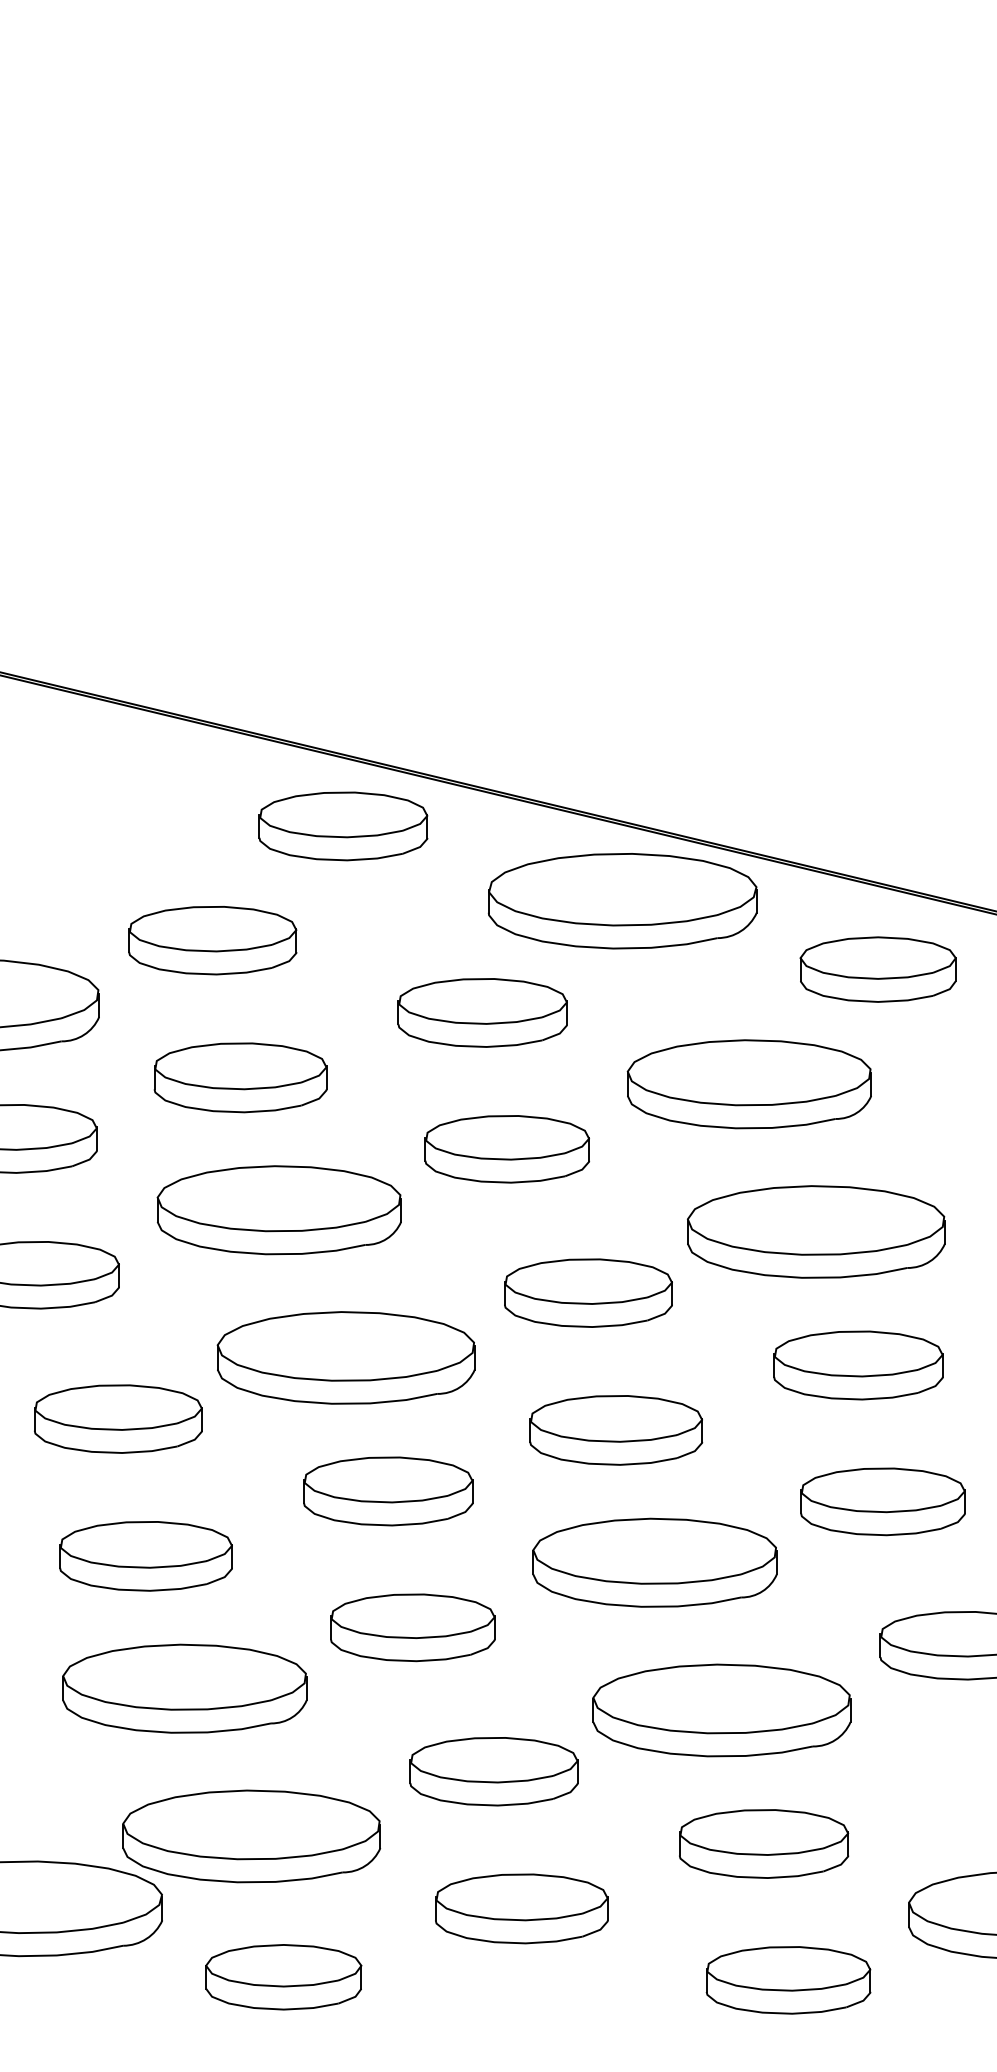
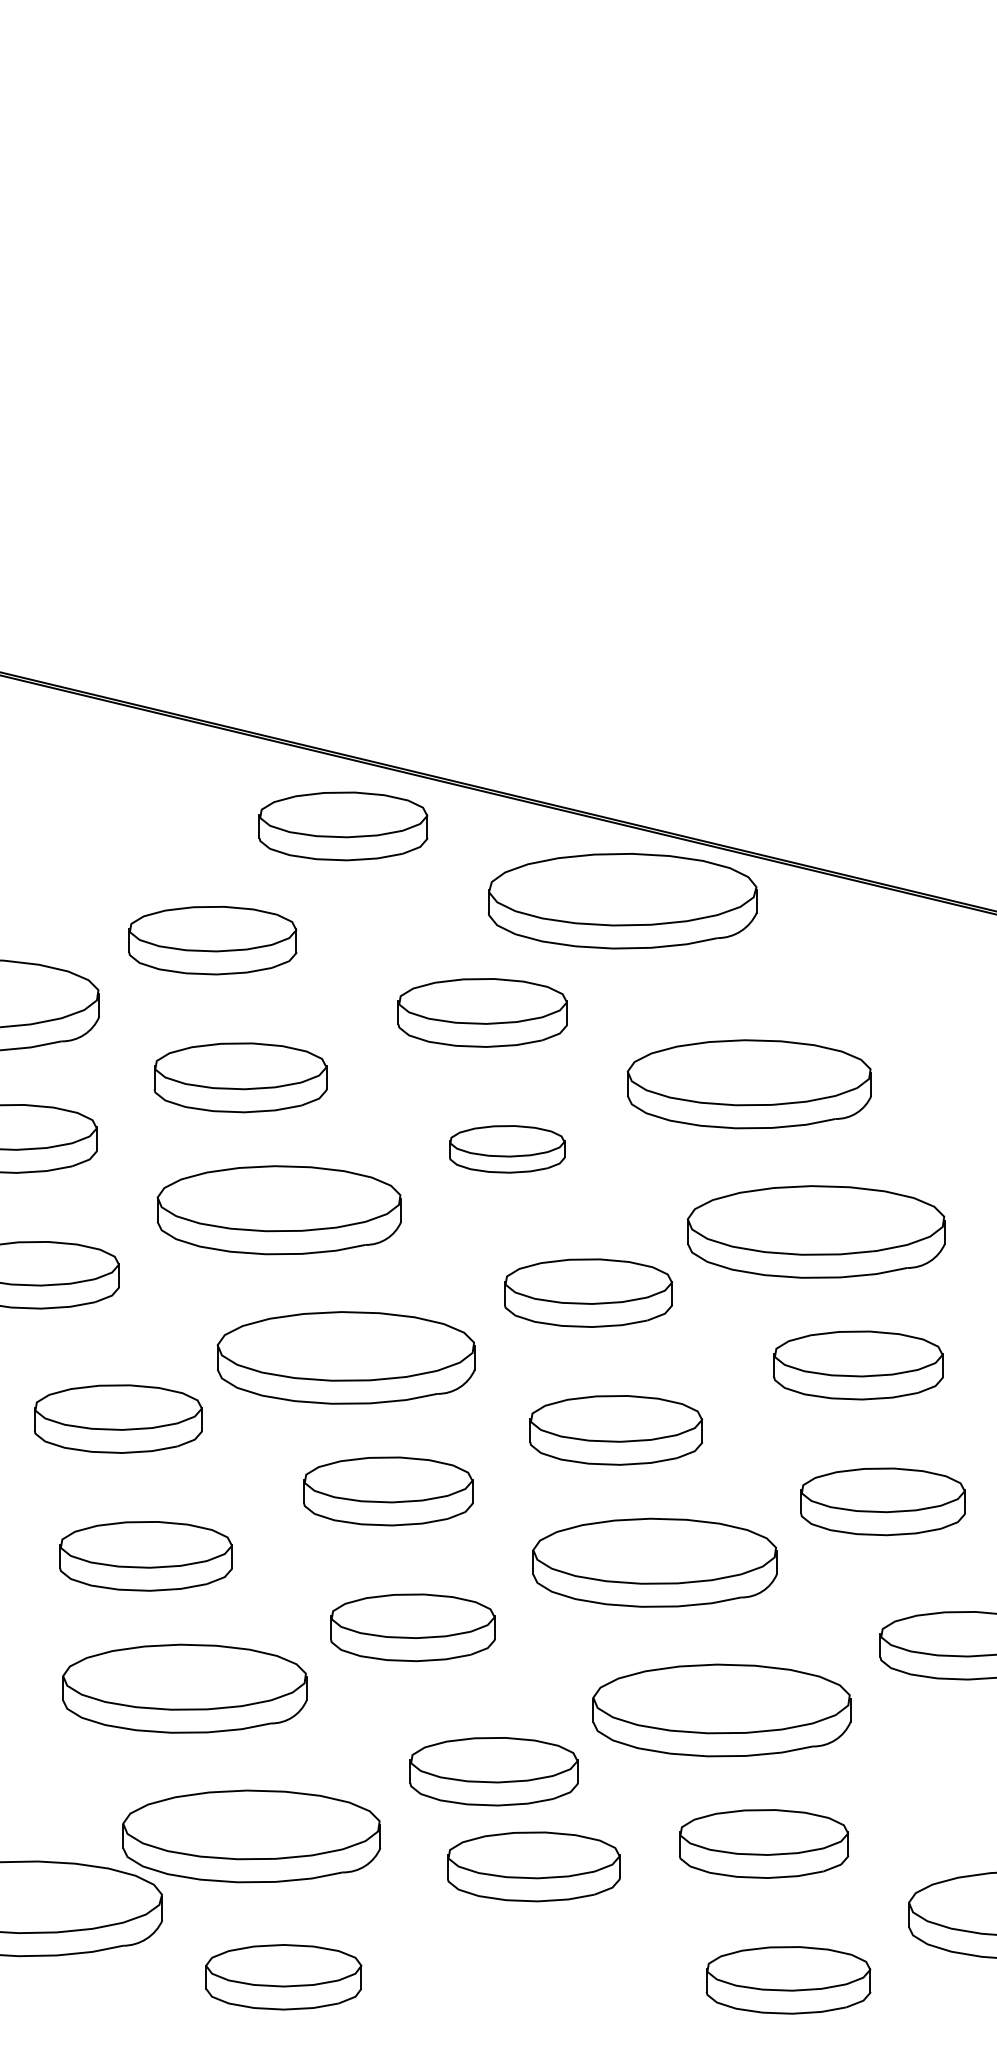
part at (877, 969): present -> none
part at (506, 1149) size: 166x69 px -> 117x49 px
part at (521, 1908) position: (521, 1908) -> (533, 1866)
